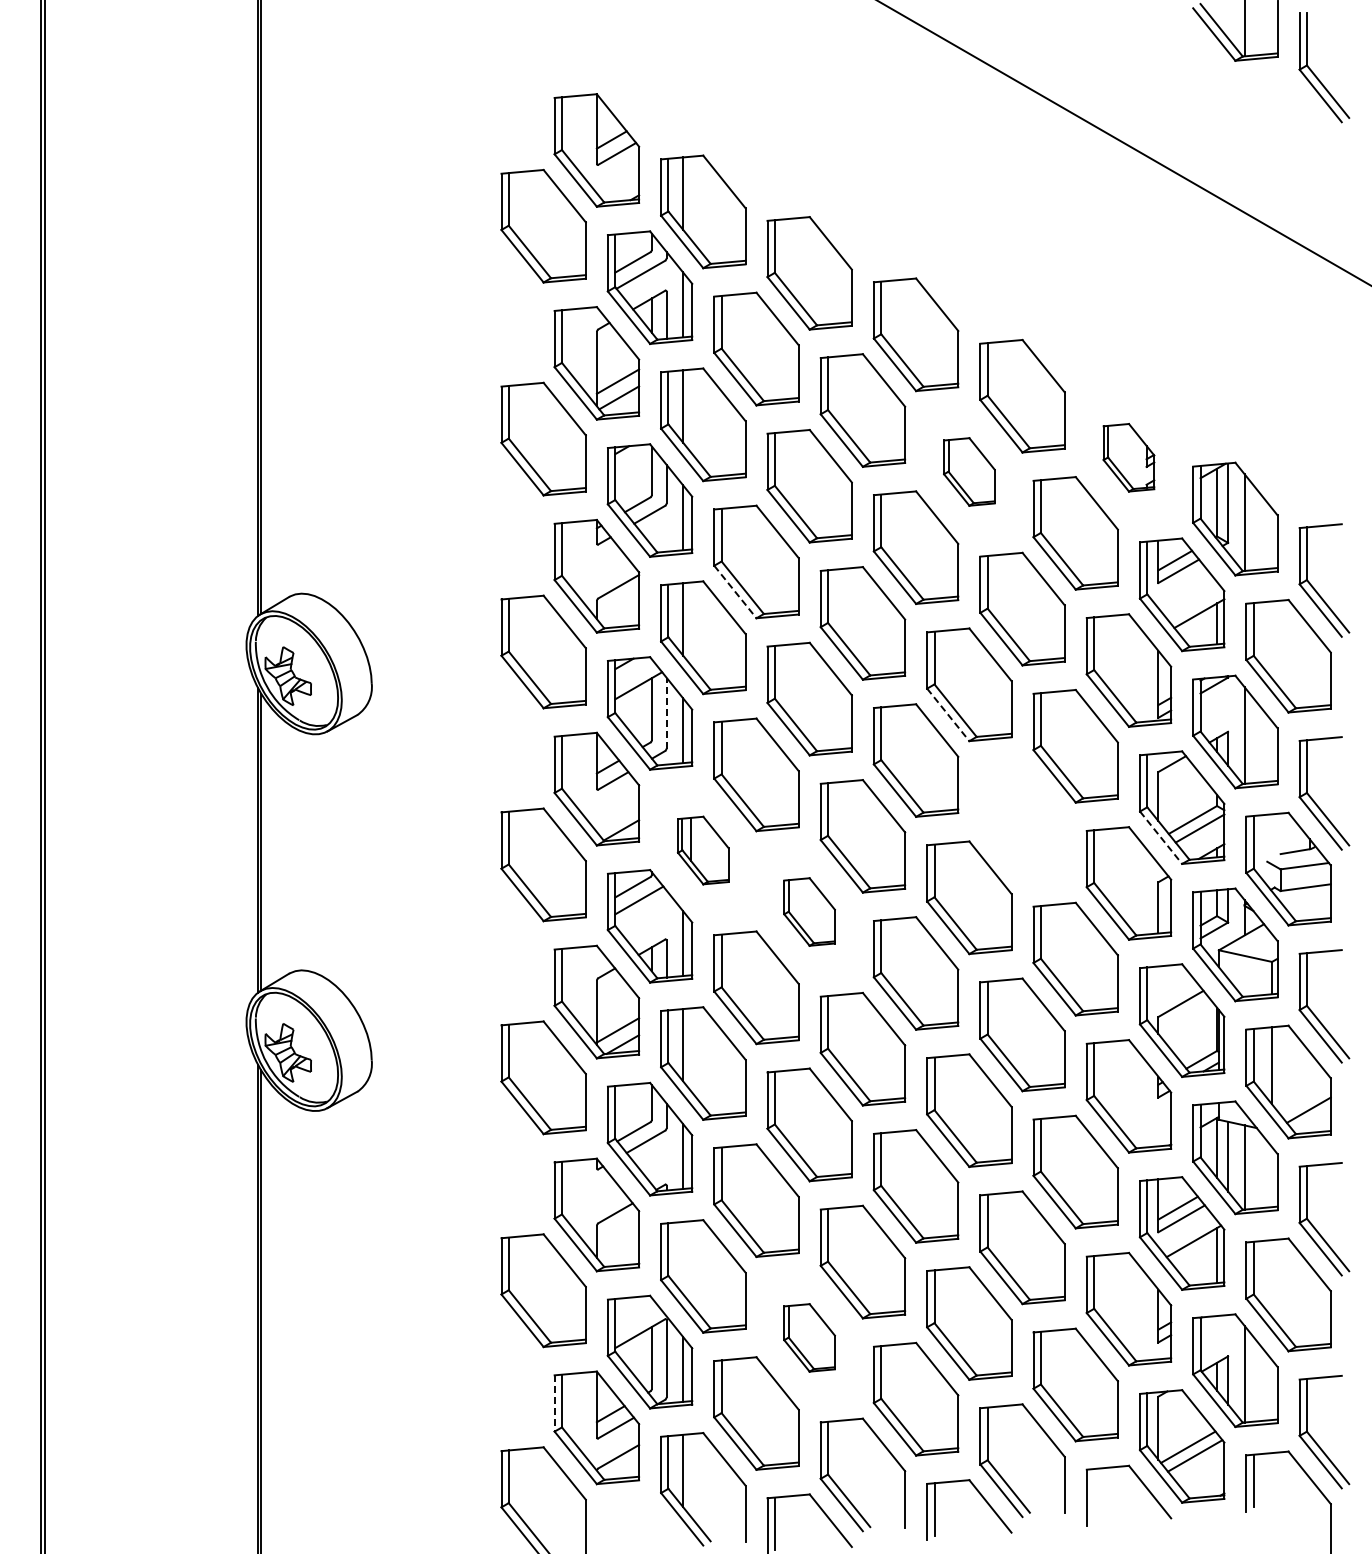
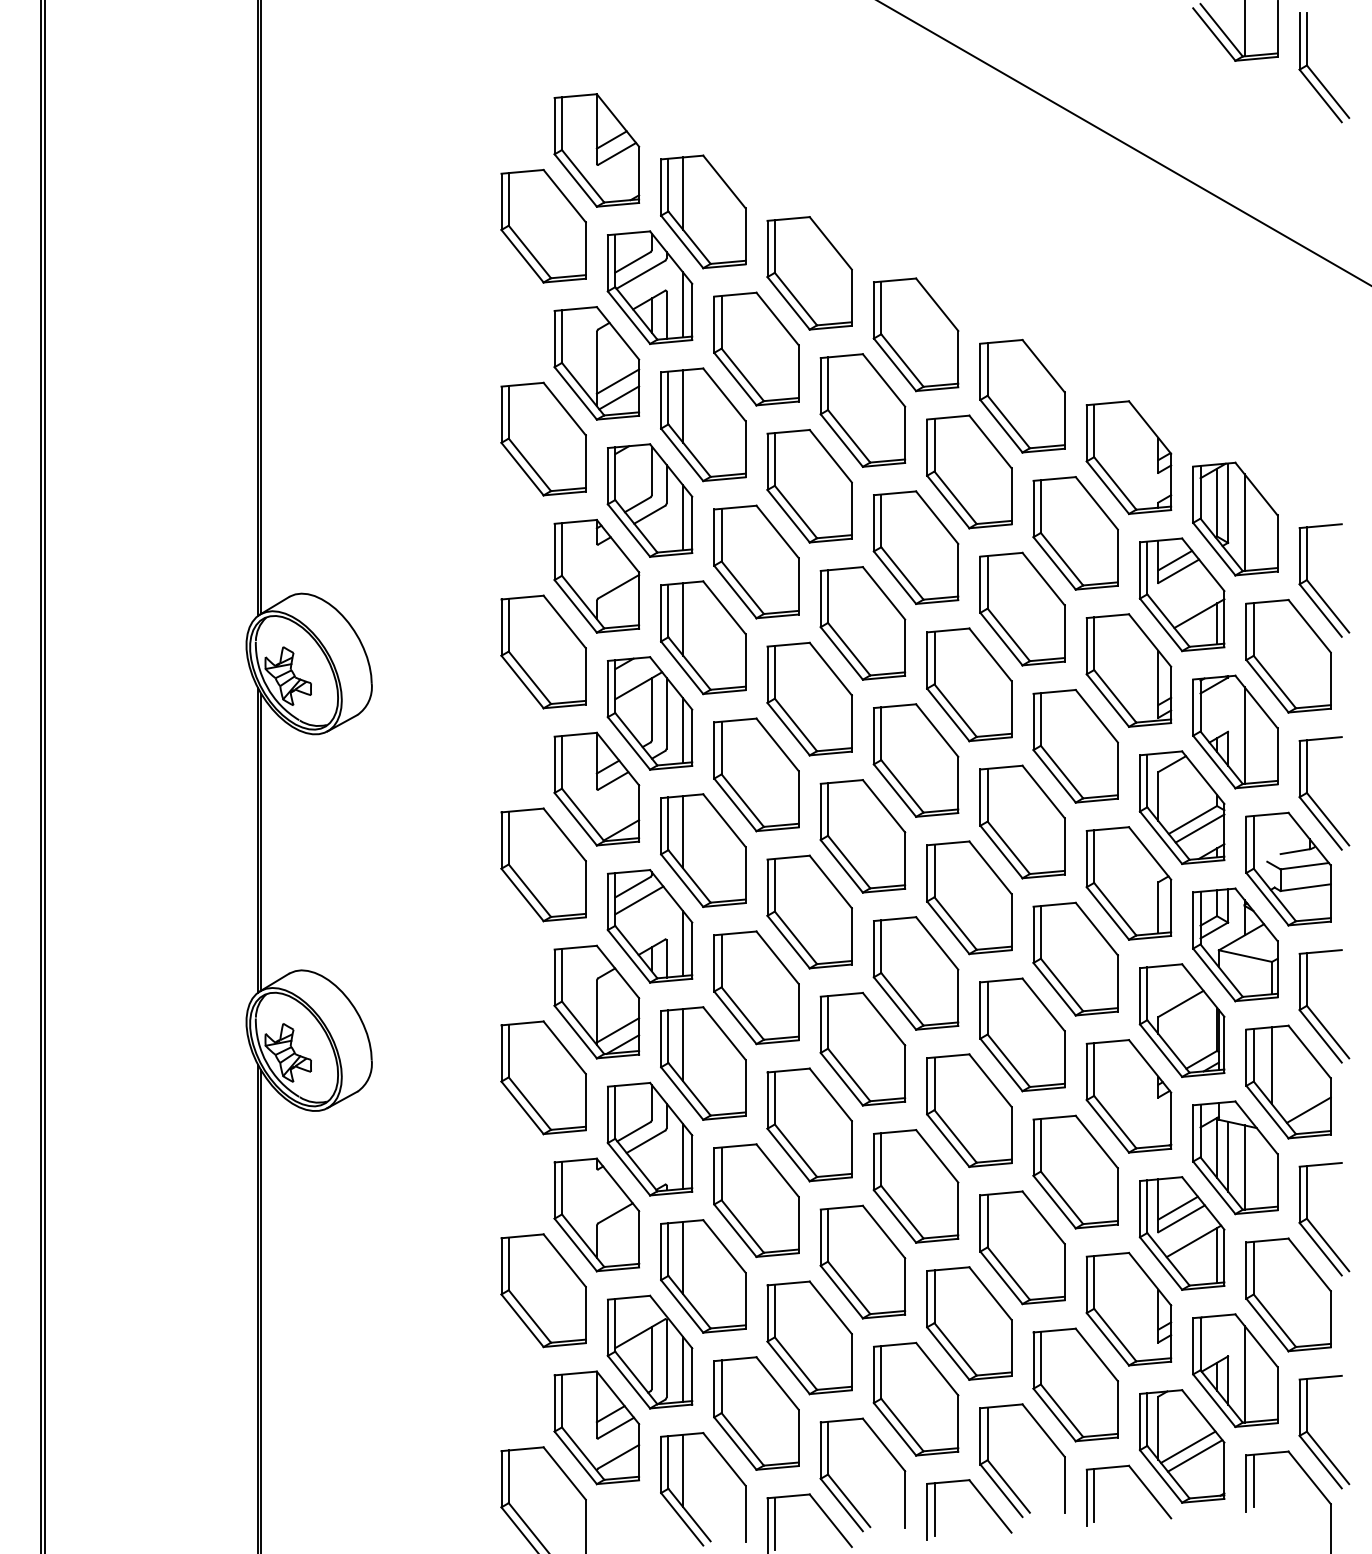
part at (1128, 457) size: 54x70 px -> 88x116 px
part at (969, 471) size: 53x70 px -> 87x116 px
line at (735, 592): dashed -> solid
line at (666, 712): dashed -> solid
line at (948, 714): dashed -> solid
part at (1022, 821): none -> present
line at (1161, 837): dashed -> solid
part at (702, 850) size: 54x71 px -> 87x115 px
part at (809, 911) size: 53x70 px -> 87x116 px
line at (683, 1257): none -> present
part at (809, 1337) size: 53x70 px -> 87x116 px
line at (554, 1403): dashed -> solid
line at (1094, 1494): none -> present
